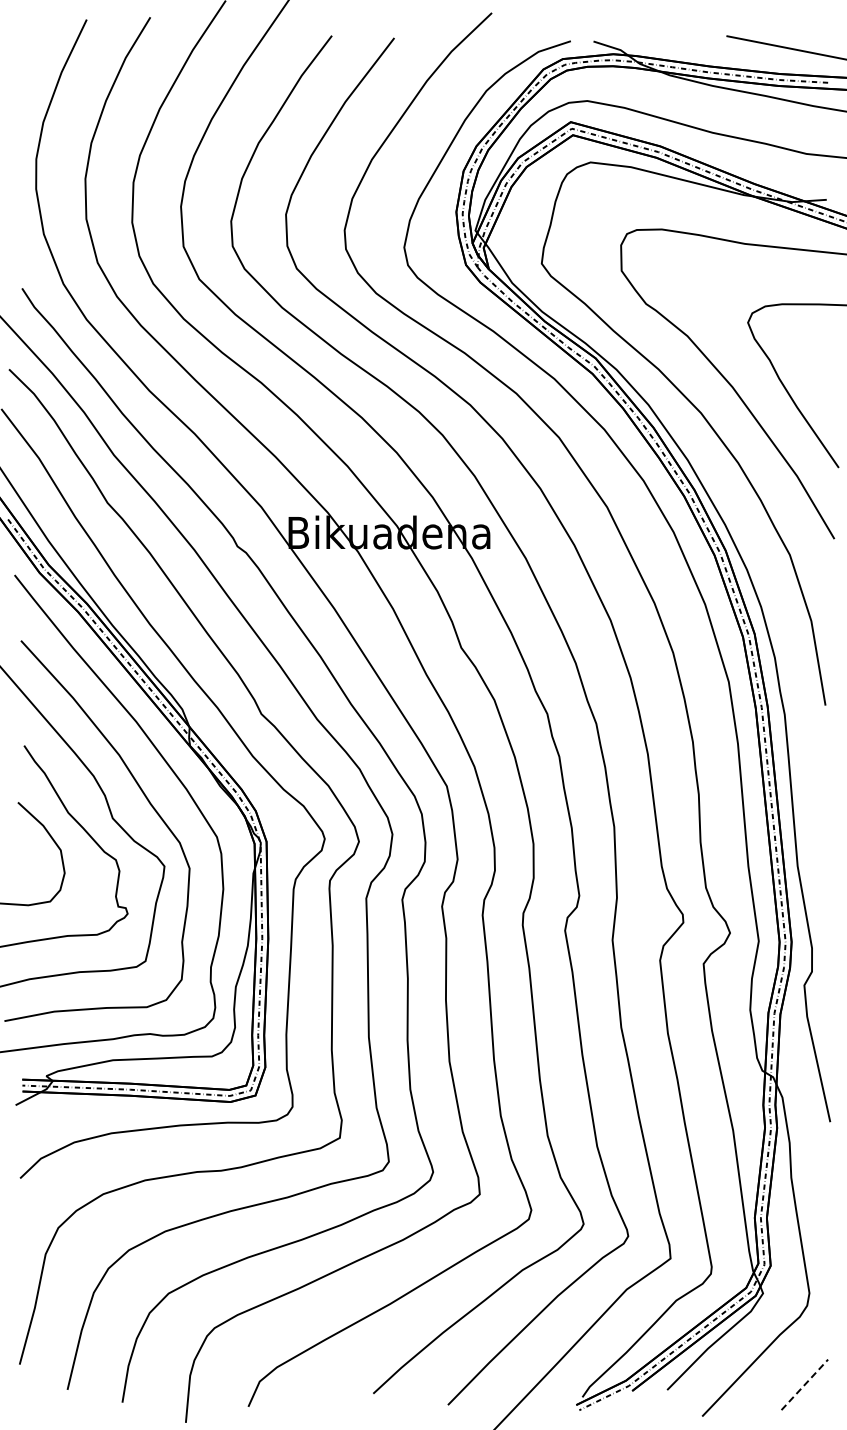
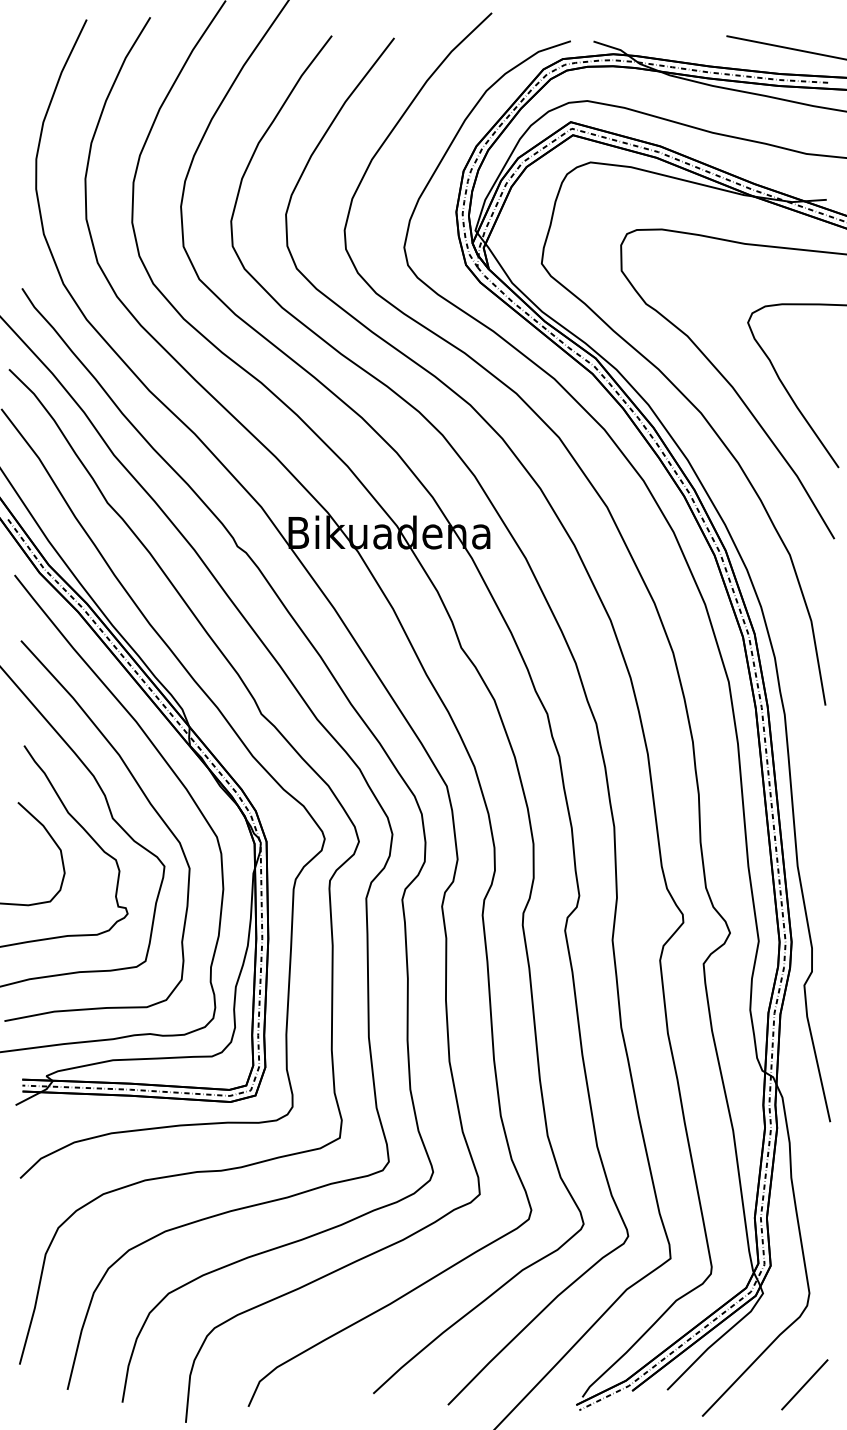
line at (805, 1384): dashed -> solid
